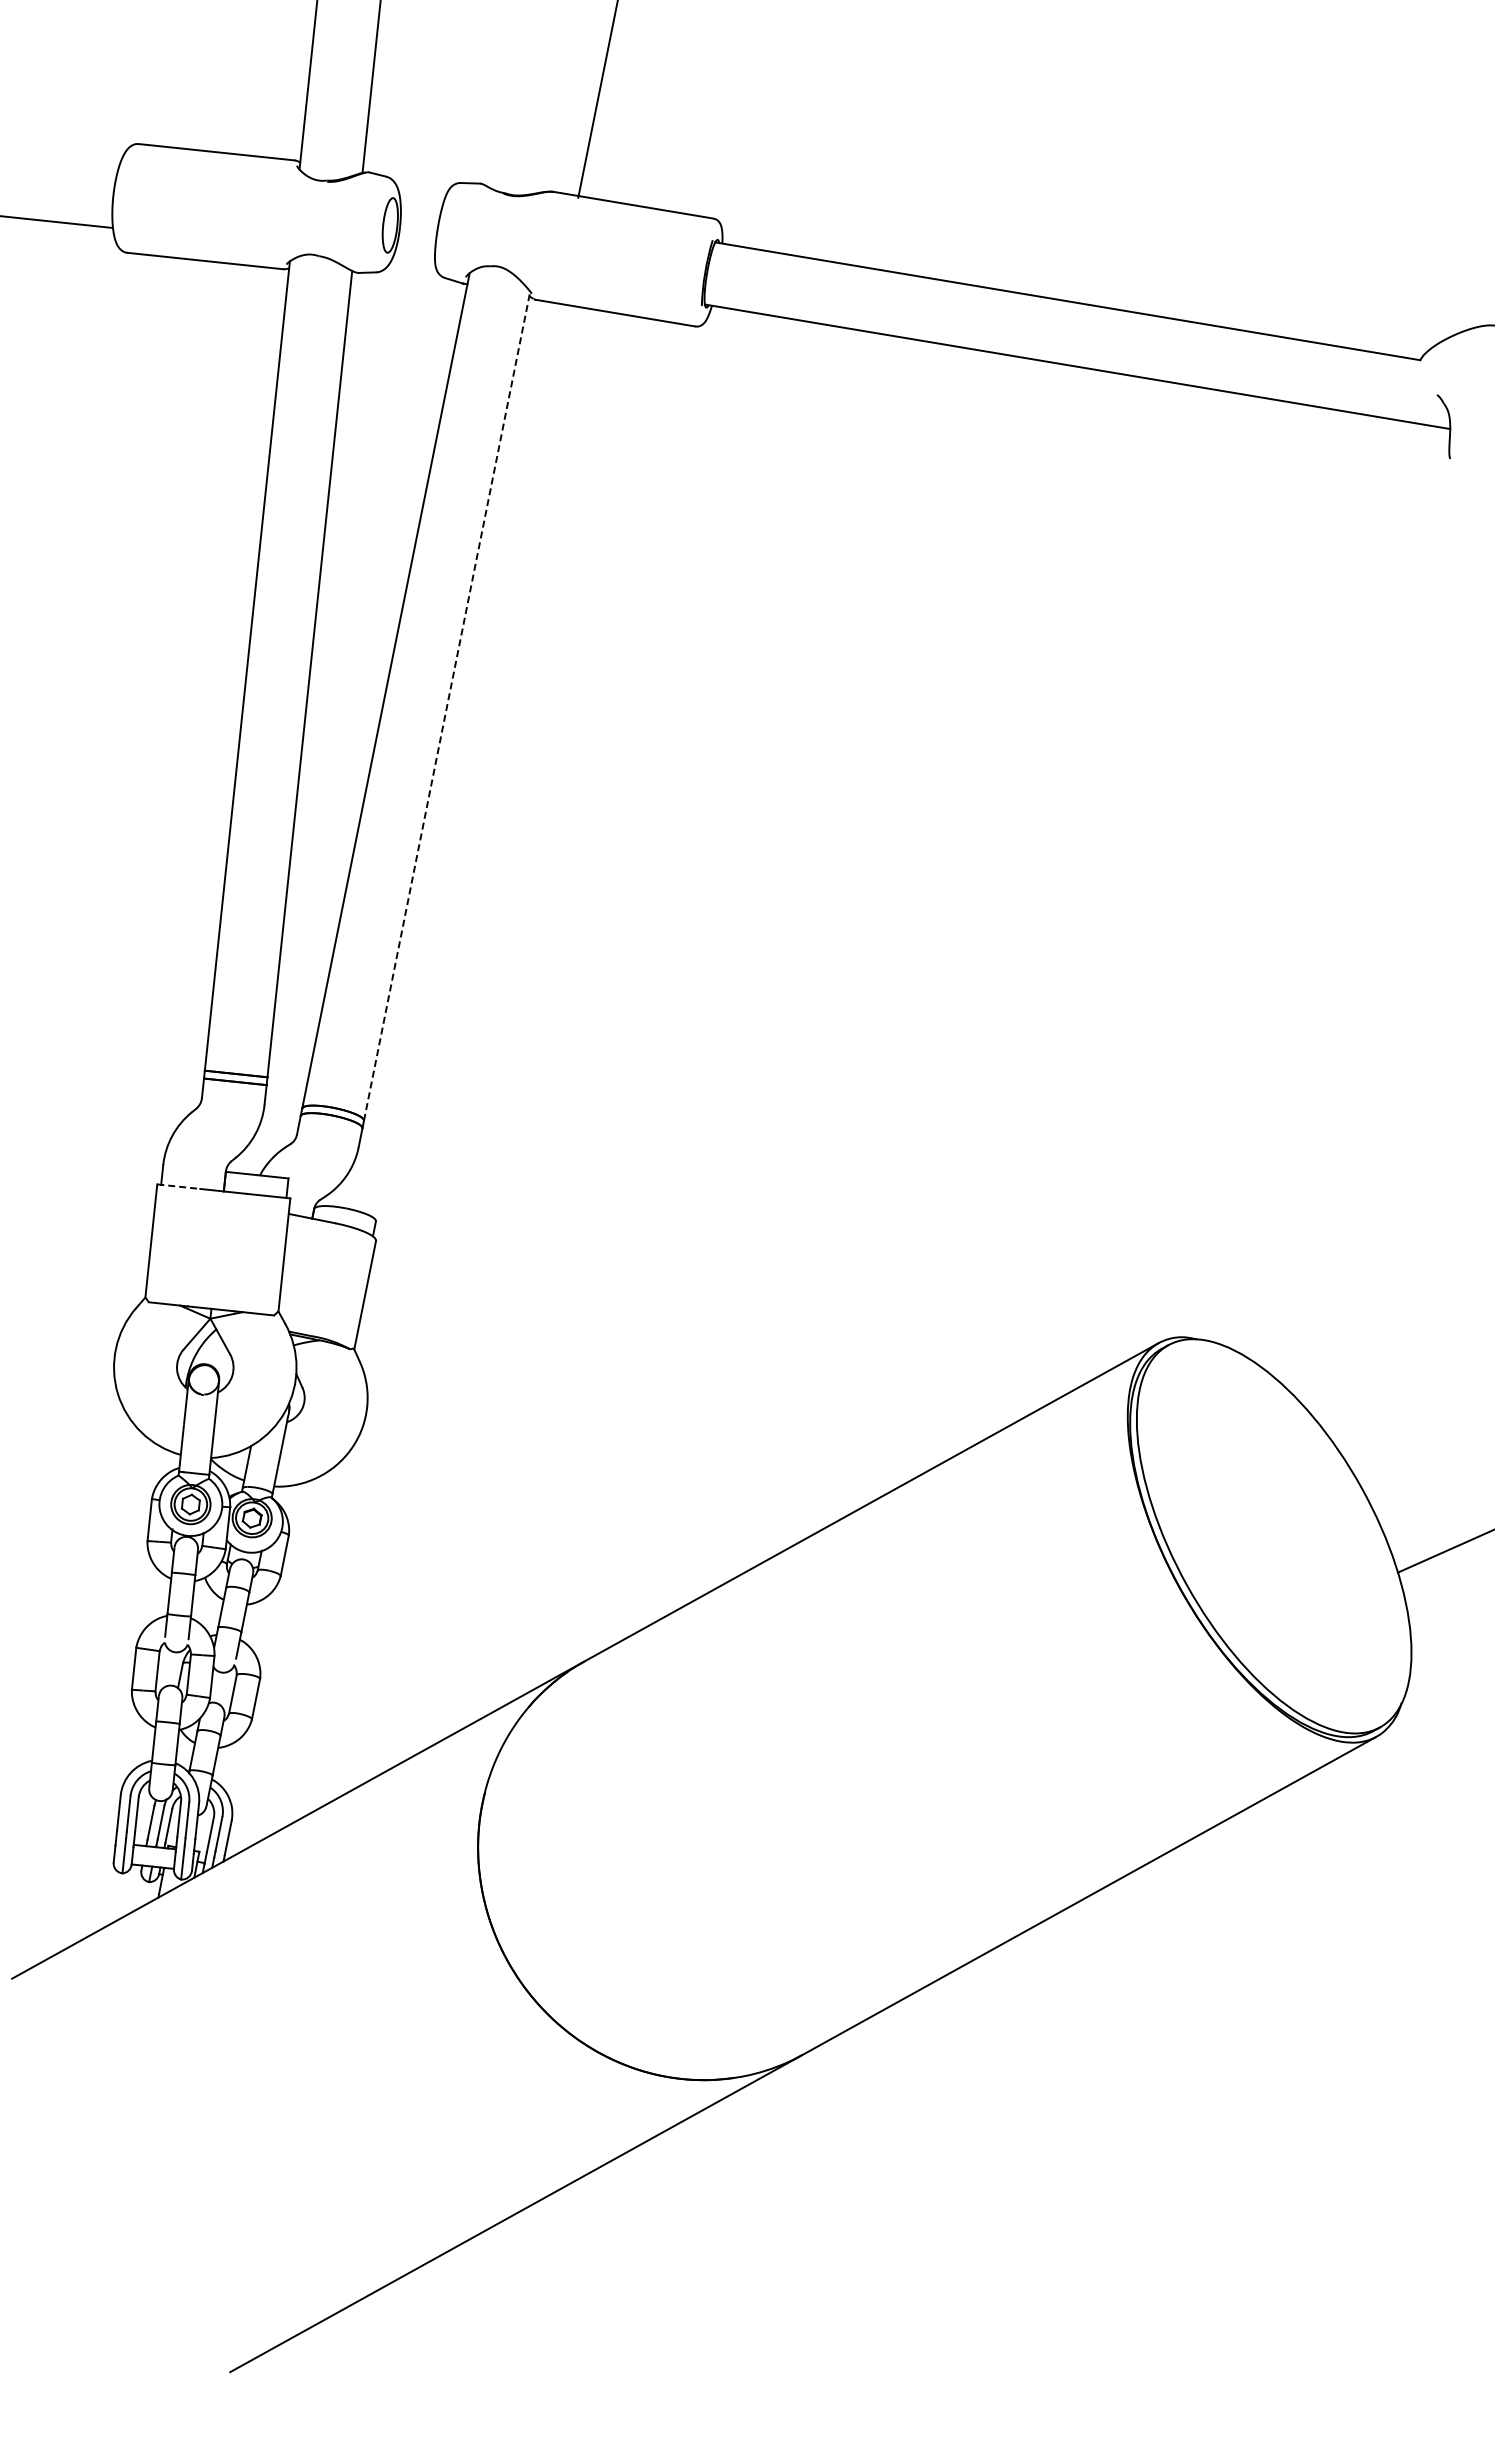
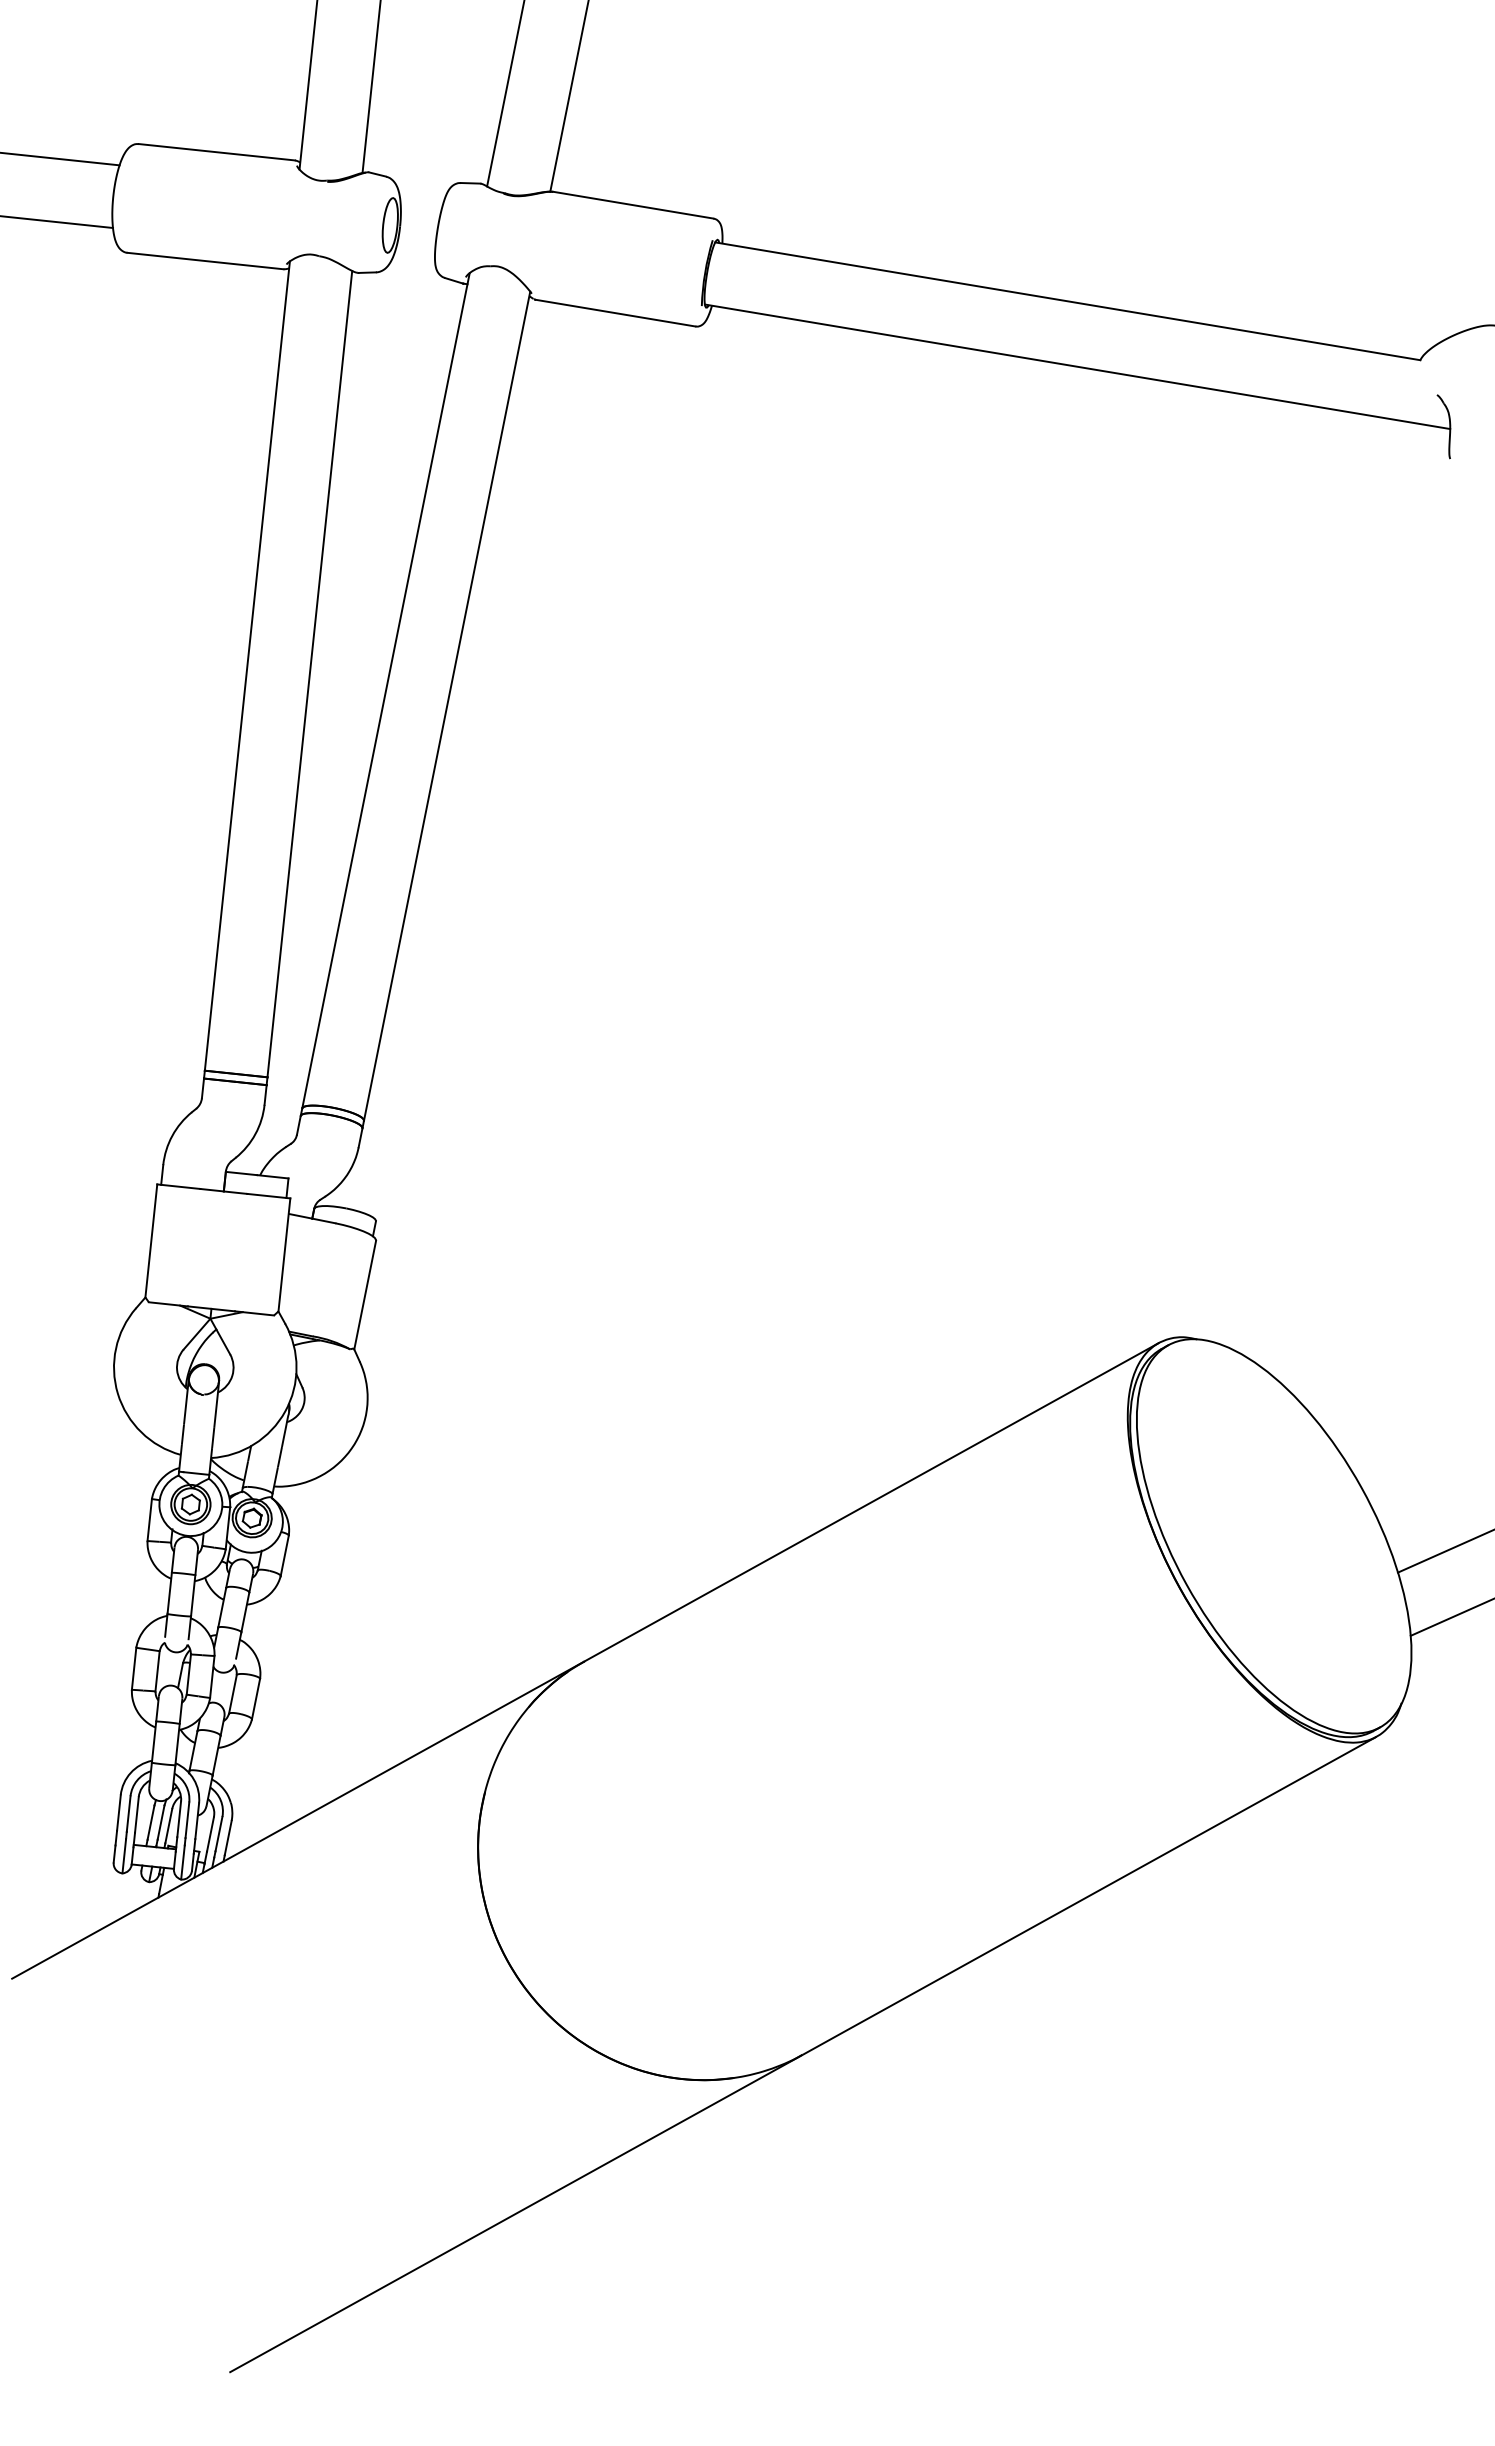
line at (505, 94): none -> present
line at (597, 99) position: (597, 99) -> (569, 96)
line at (60, 159): none -> present
line at (447, 706): dashed -> solid
line at (178, 1186): dashed -> solid
line at (1450, 1617): none -> present
